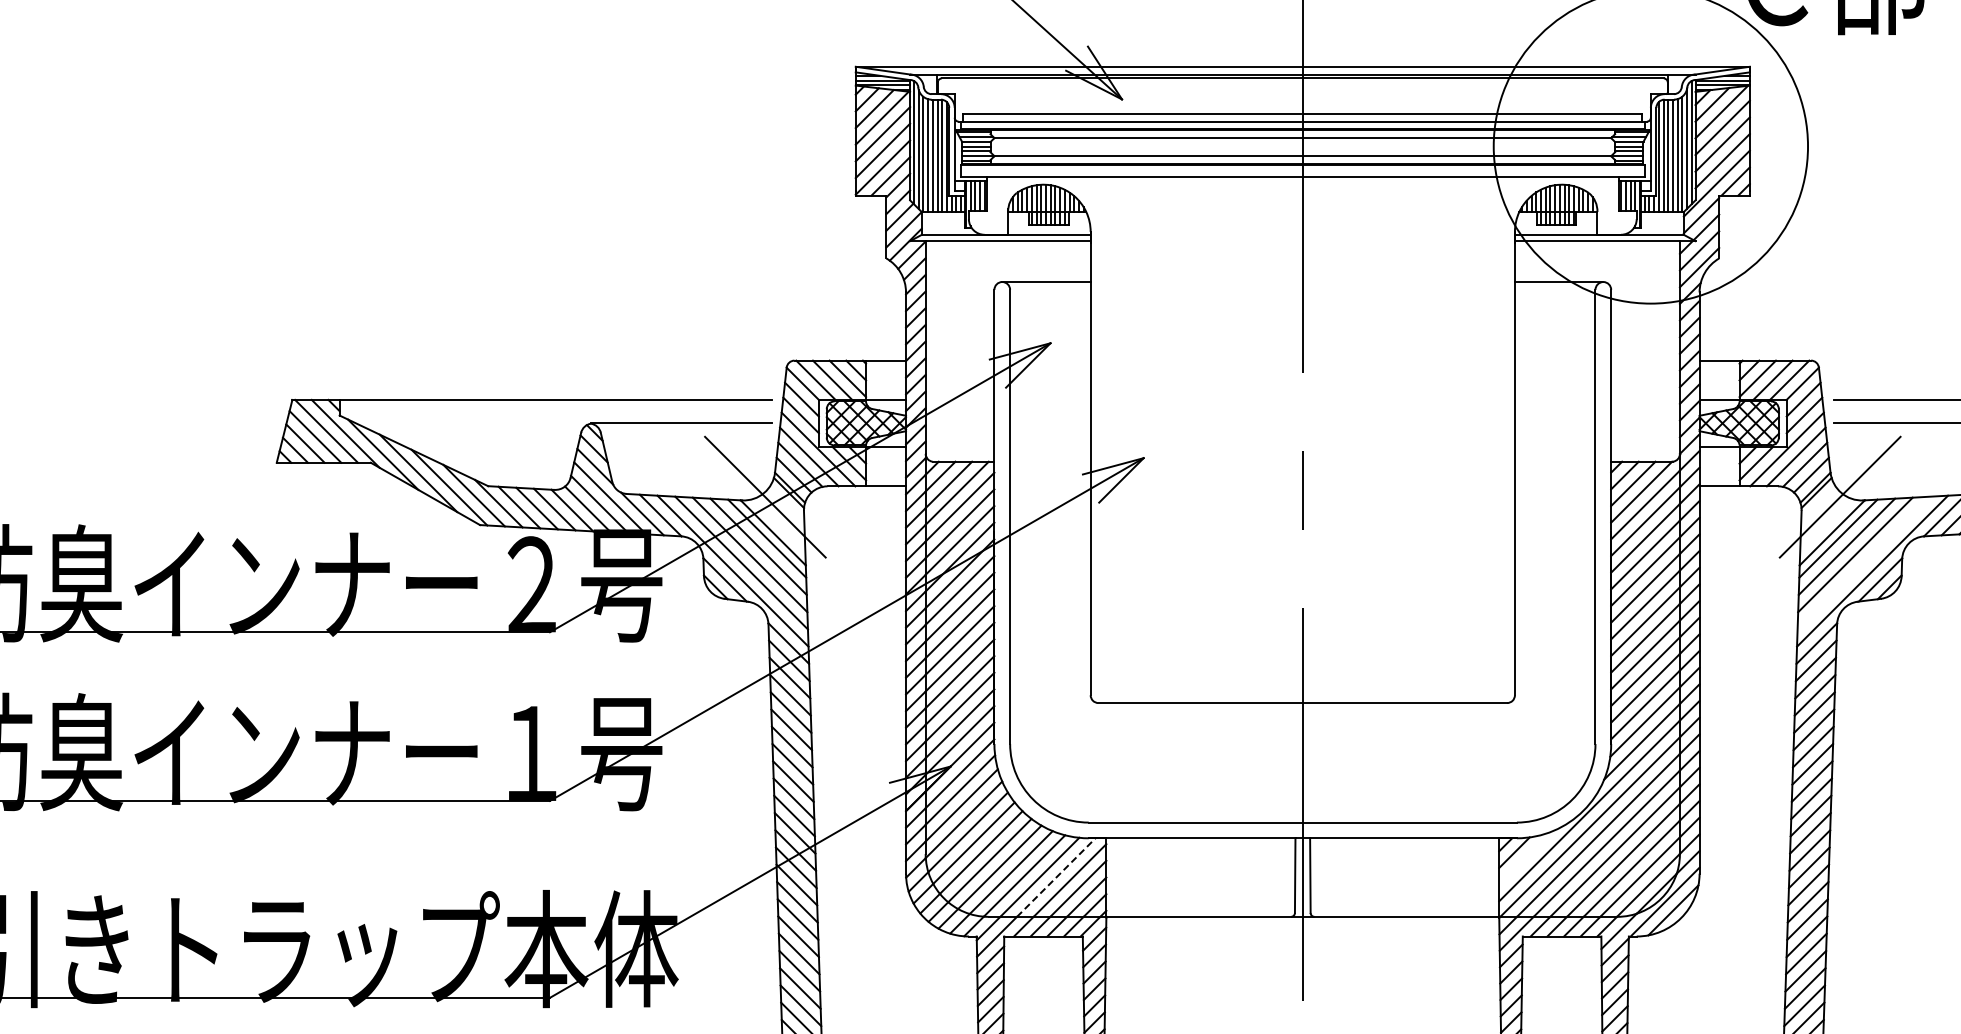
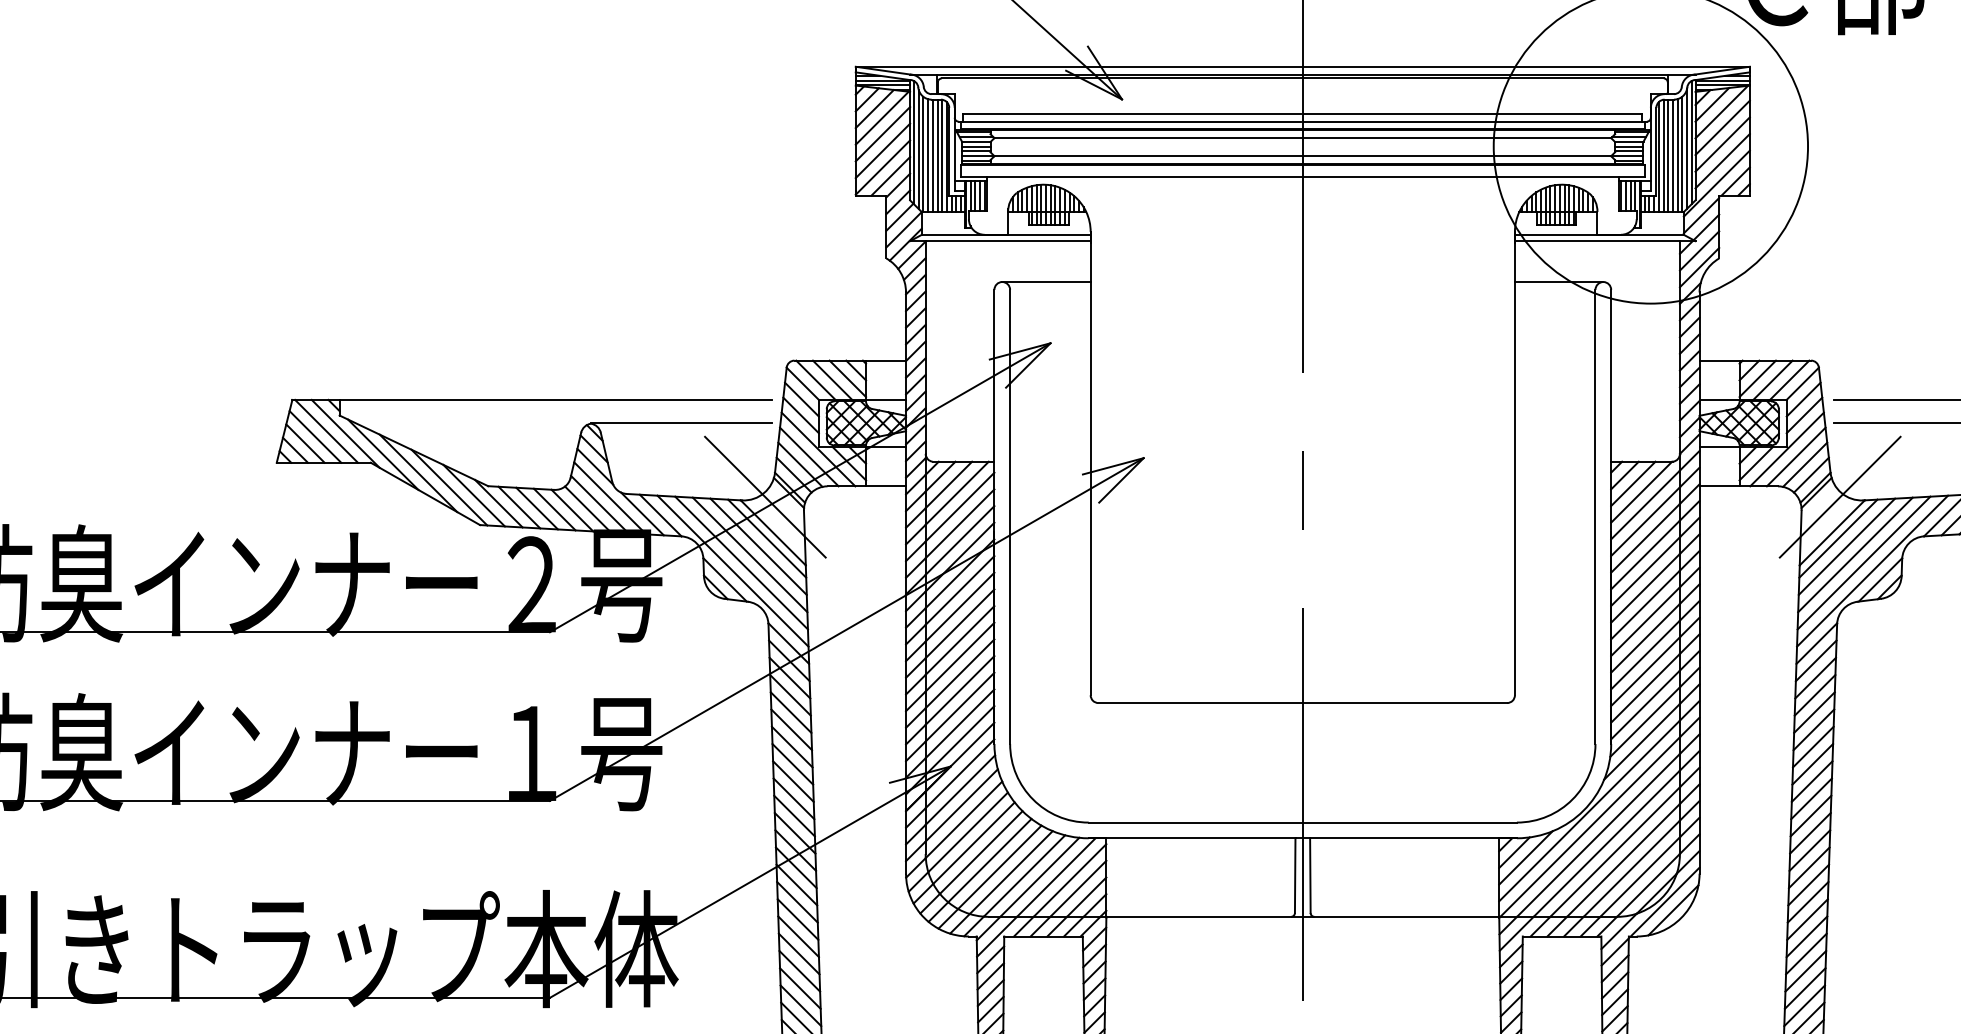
line at (1863, 562): none -> present
line at (1525, 857): none -> present
line at (1056, 877): dashed -> solid
